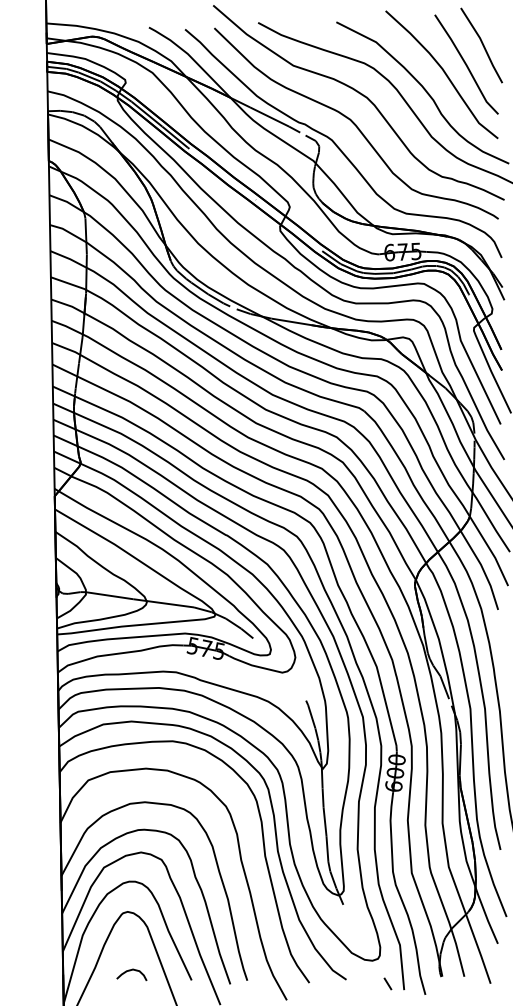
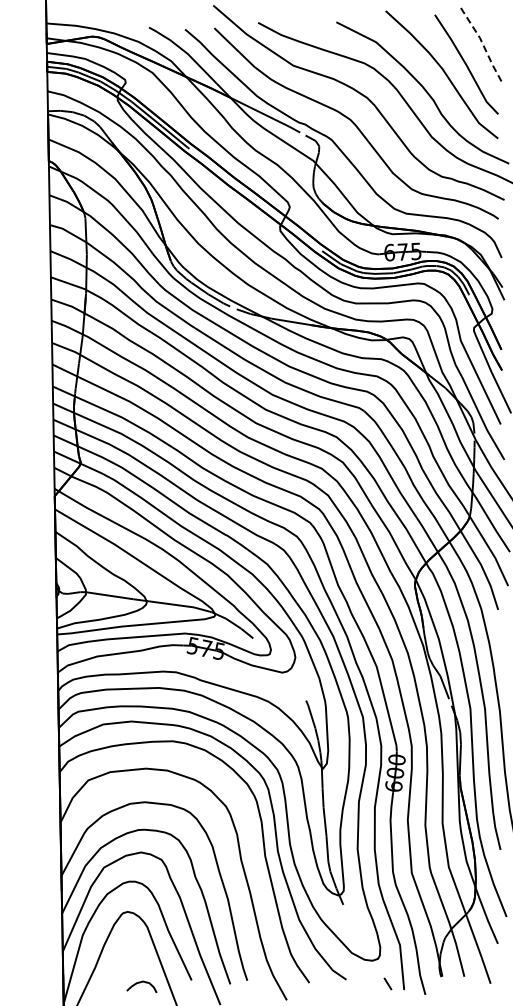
line at (483, 45): solid -> dashed
curve at (130, 971) position: (130, 971) -> (140, 983)
